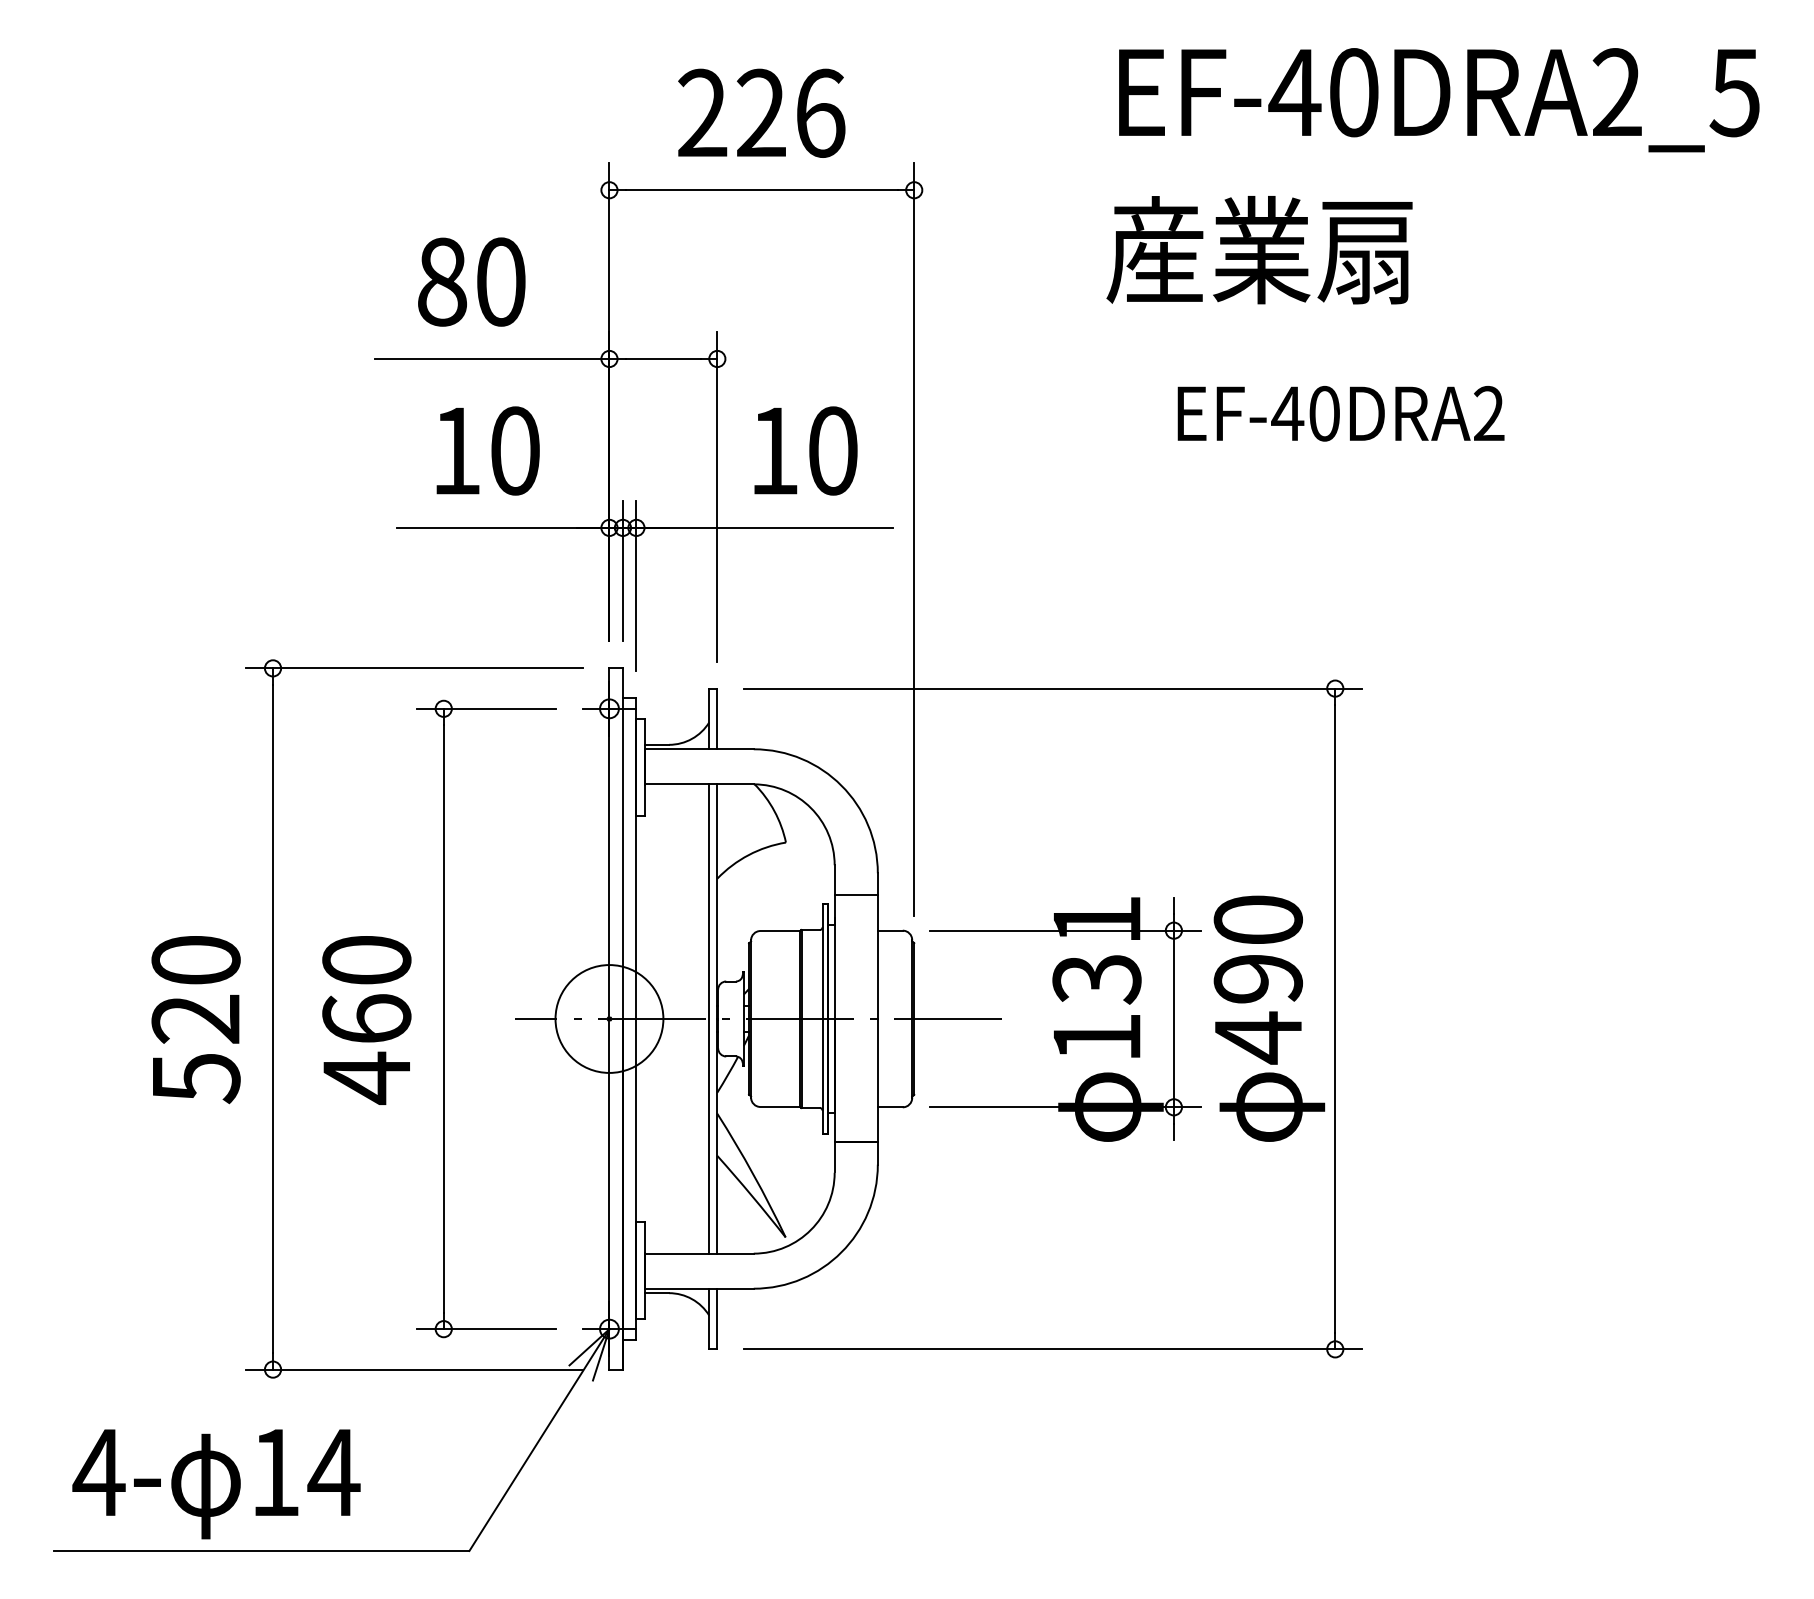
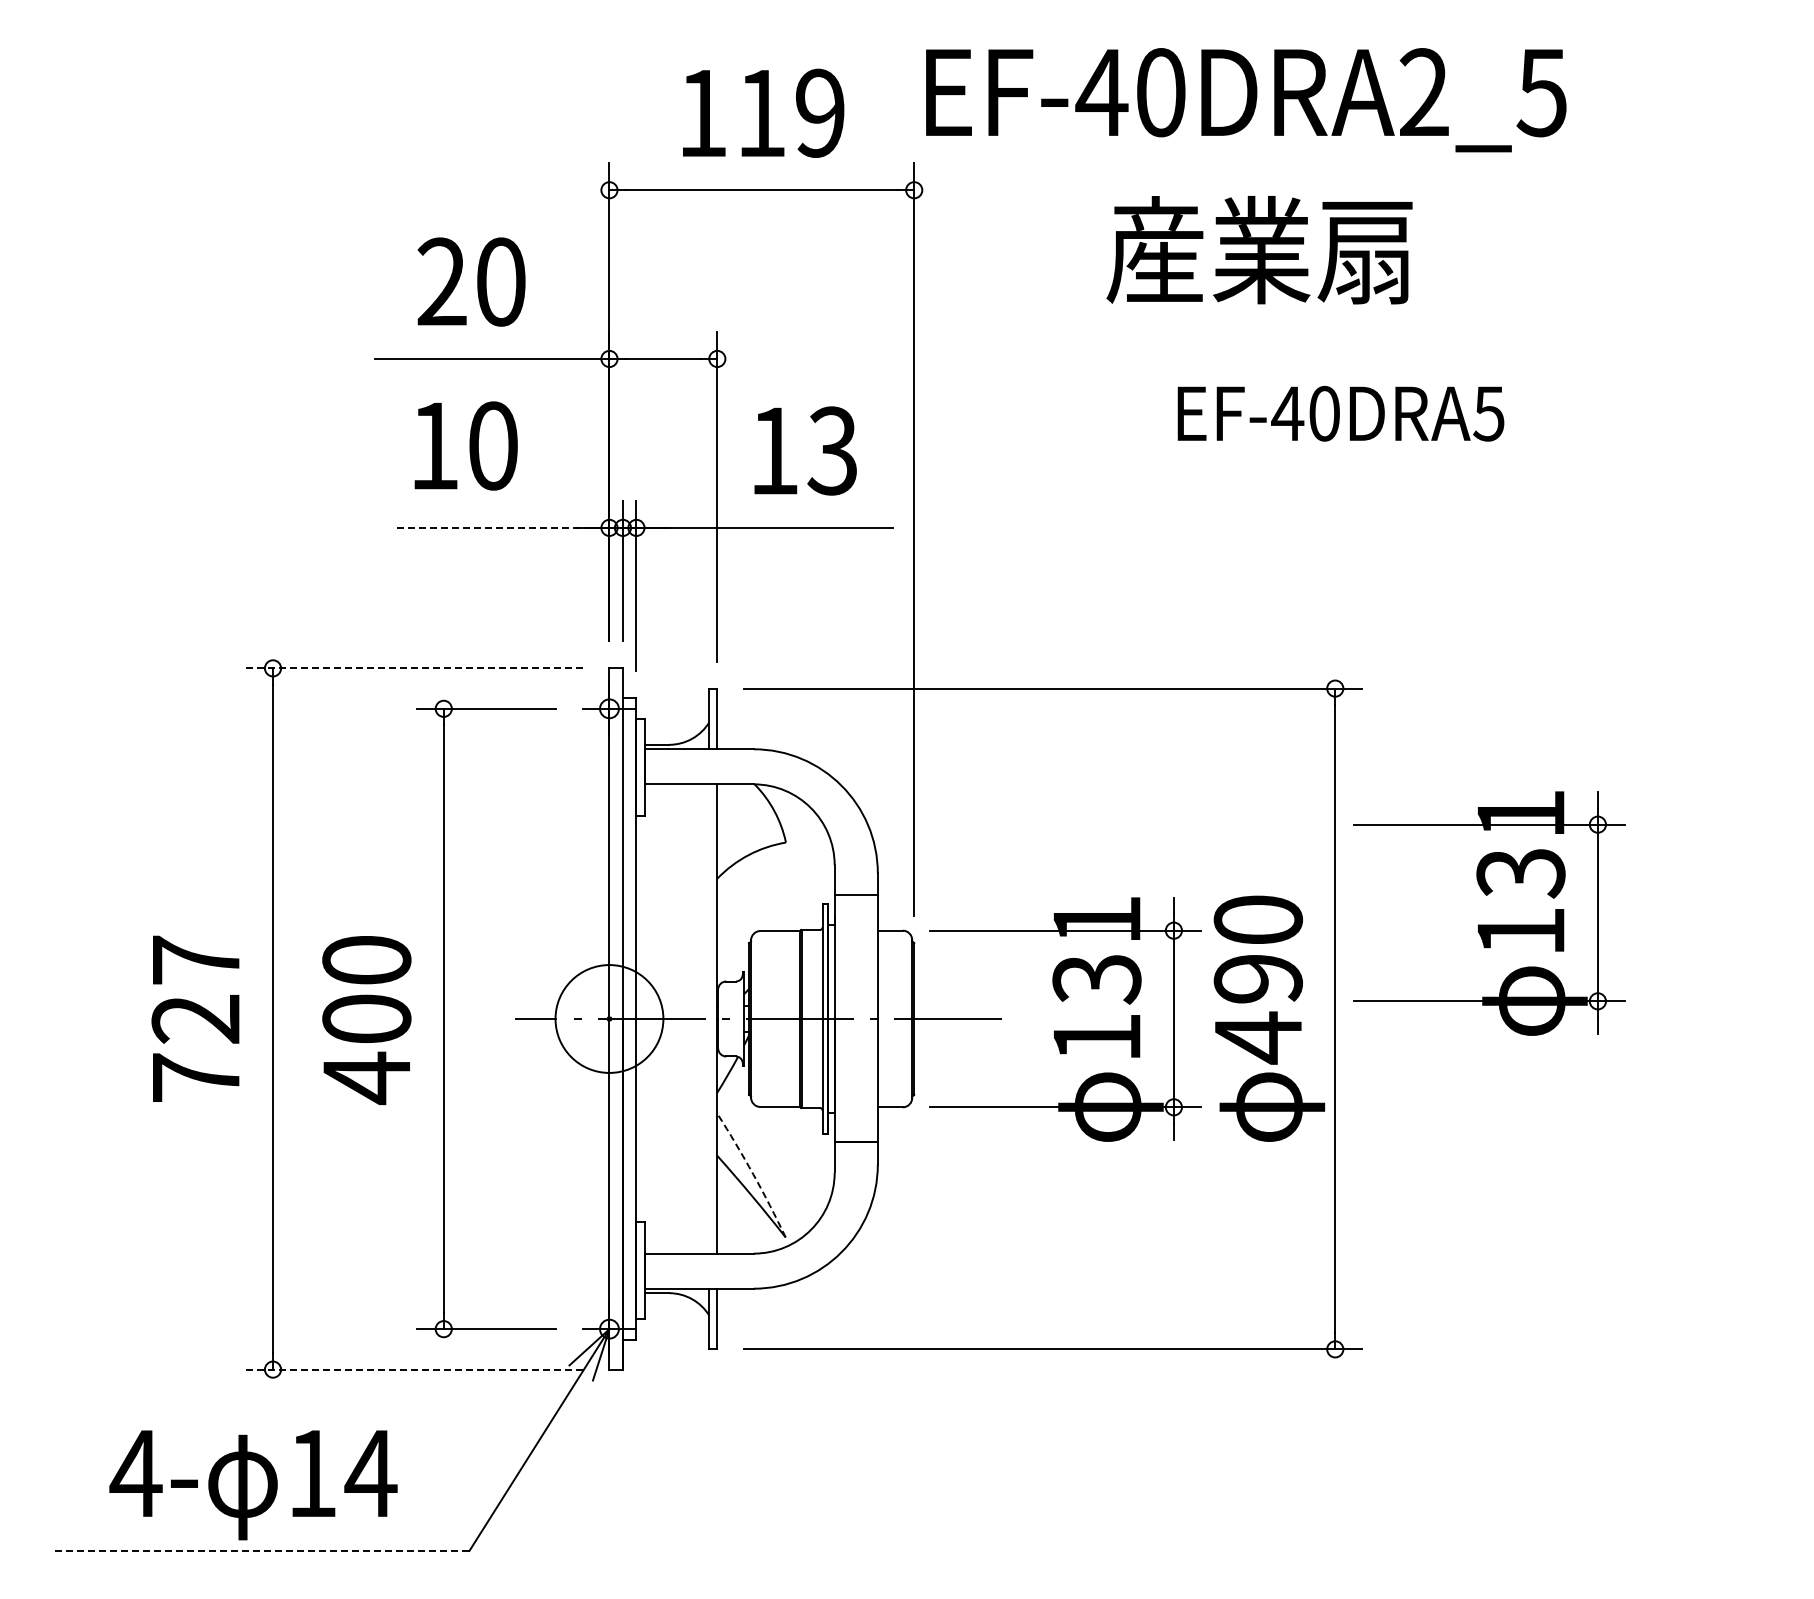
text at (1439, 100) position: (1439, 100) -> (1246, 100)
text at (761, 112): 226 -> 119
text at (441, 281): 80 -> 20
text at (1488, 413): EF-40DRA2 -> EF-40DRA5
text at (487, 450) position: (487, 450) -> (465, 445)
text at (832, 450): 10 -> 13
line at (503, 527): solid -> dashed
line at (413, 668): solid -> dashed
part at (1489, 924): none -> present
text at (366, 1018): 460 -> 400
line at (709, 1018): present -> none
text at (195, 1019): 520 -> 727
arc at (753, 1174): solid -> dashed
line at (413, 1369): solid -> dashed
text at (216, 1484) position: (216, 1484) -> (253, 1485)
line at (261, 1550): solid -> dashed
